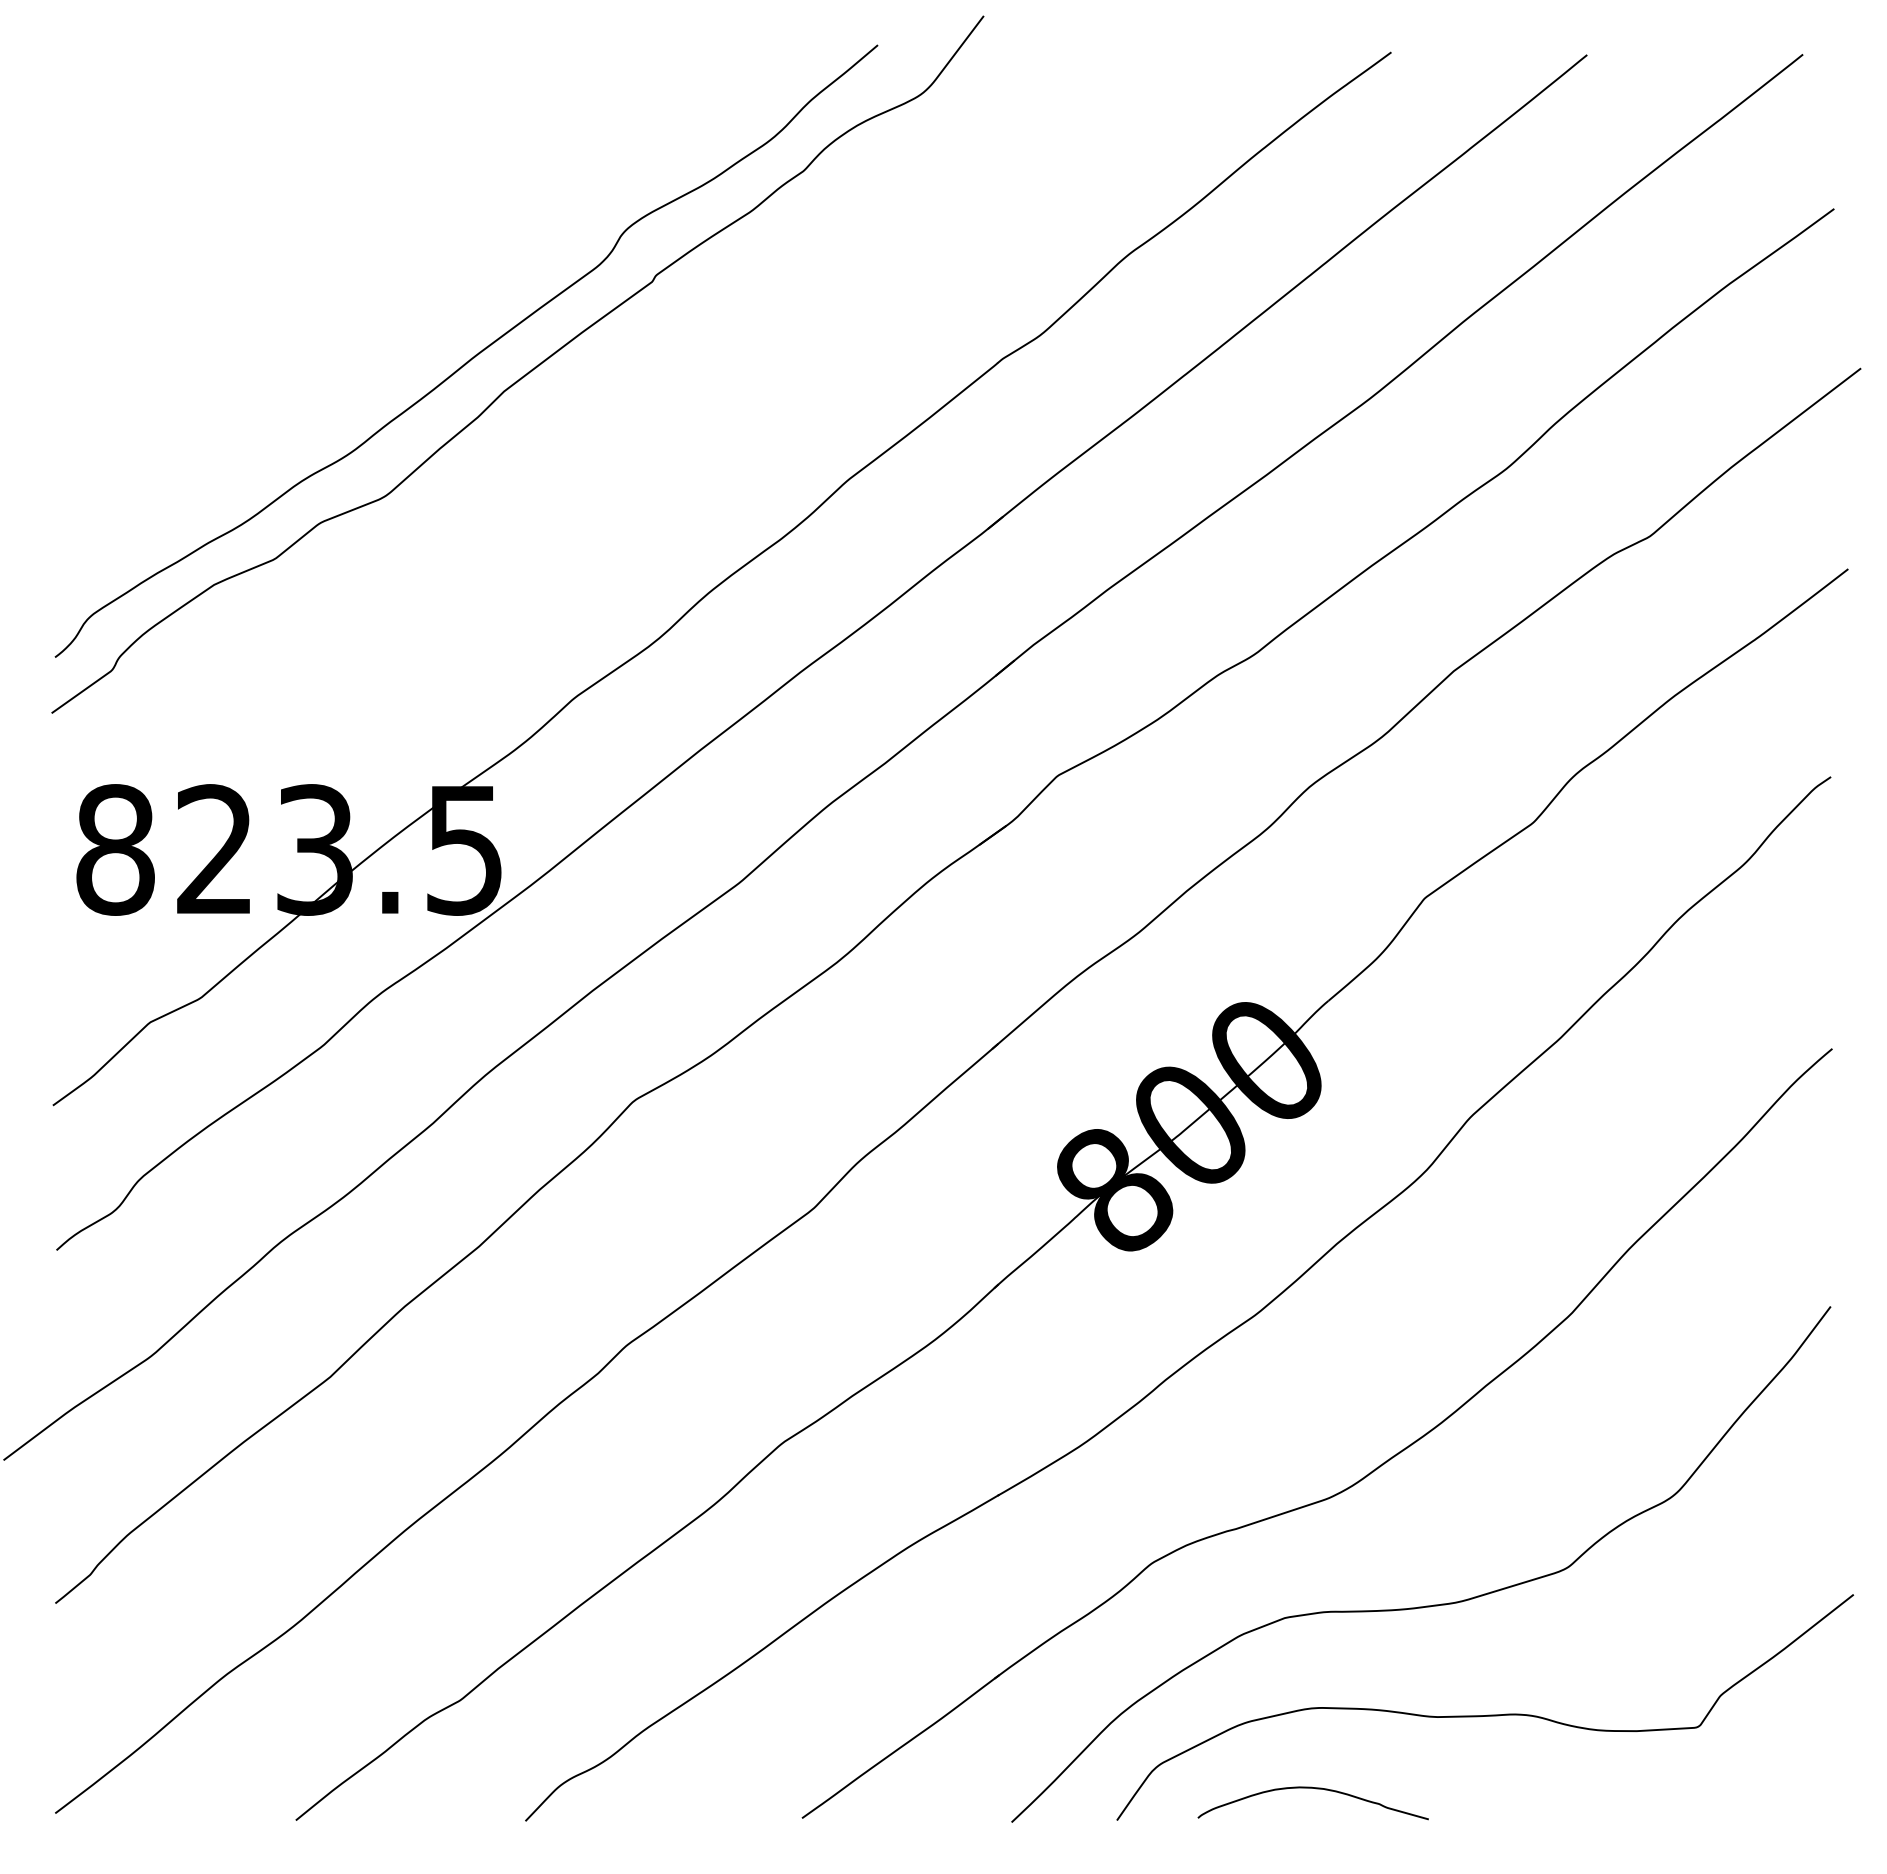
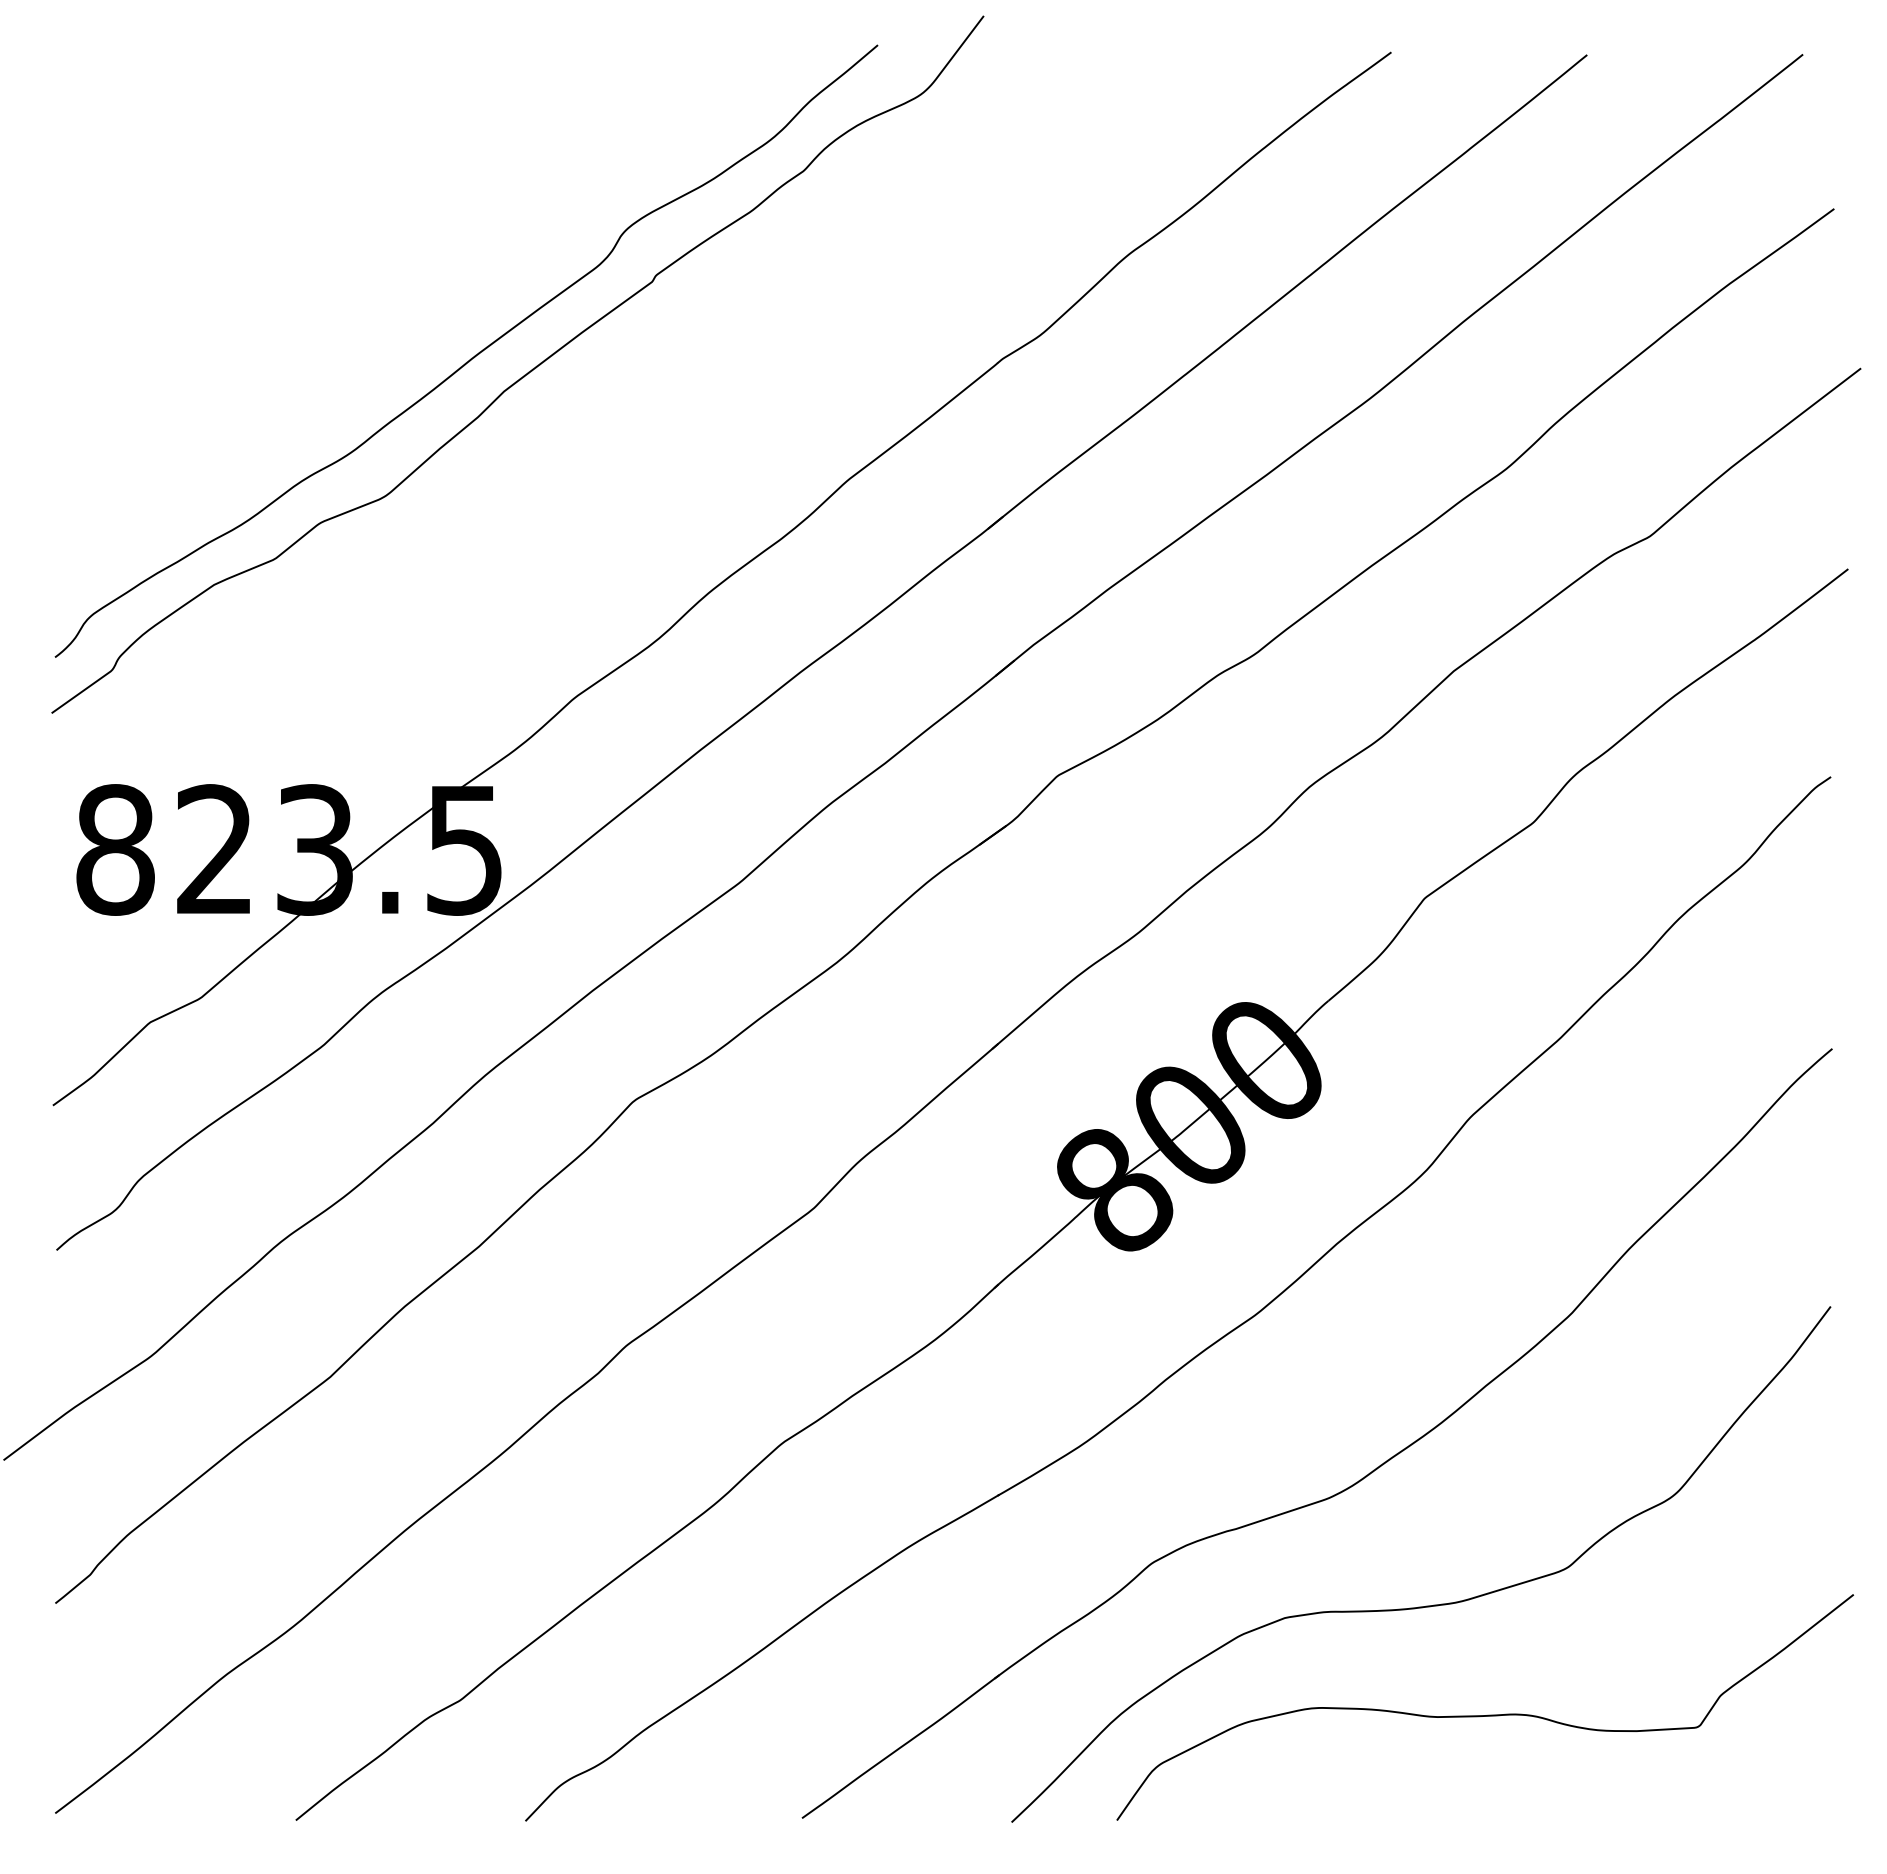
curve at (1316, 1789): present -> none
